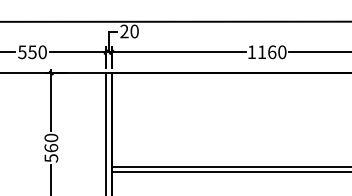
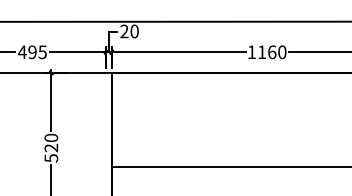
text at (31, 52): 550 -> 495
line at (106, 132): present -> none
text at (51, 147): 560 -> 520
line at (229, 172): present -> none
